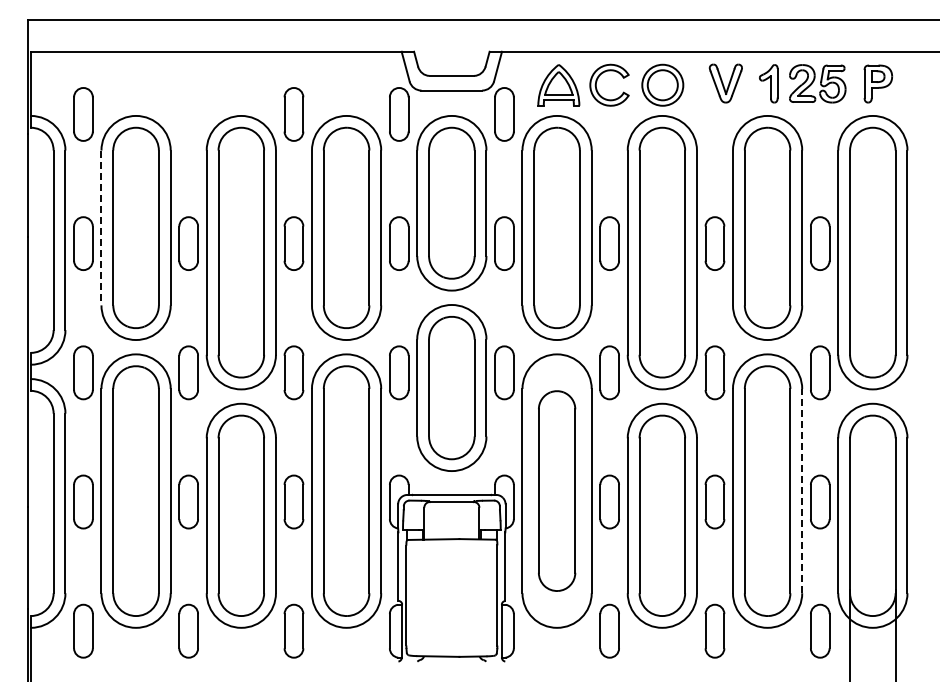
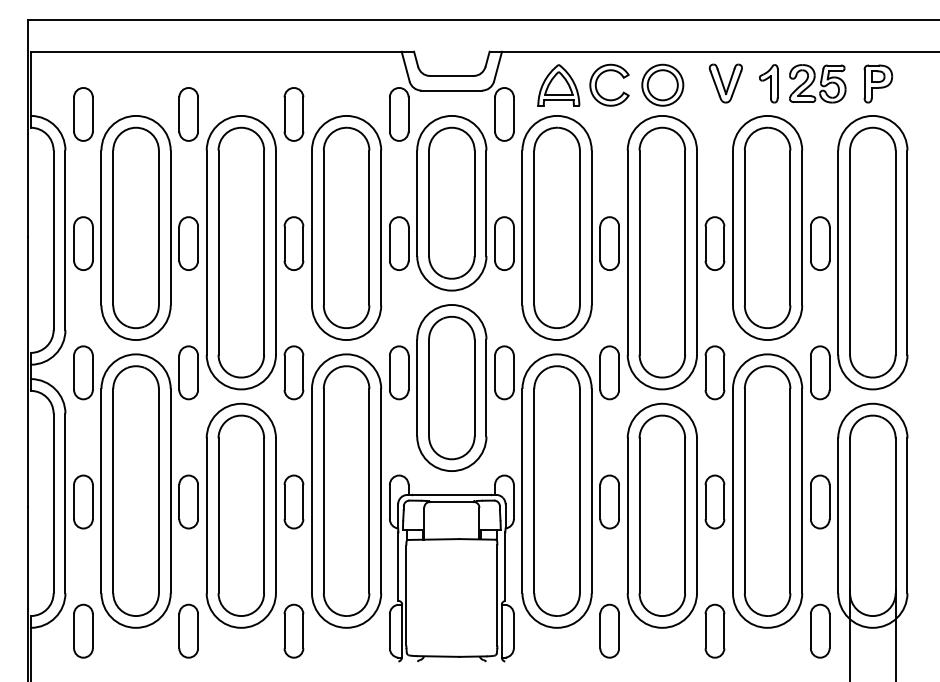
part at (188, 114): none -> present
line at (101, 228): dashed -> solid
part at (557, 490) size: 39x202 px -> 48x252 px
line at (802, 490): dashed -> solid
